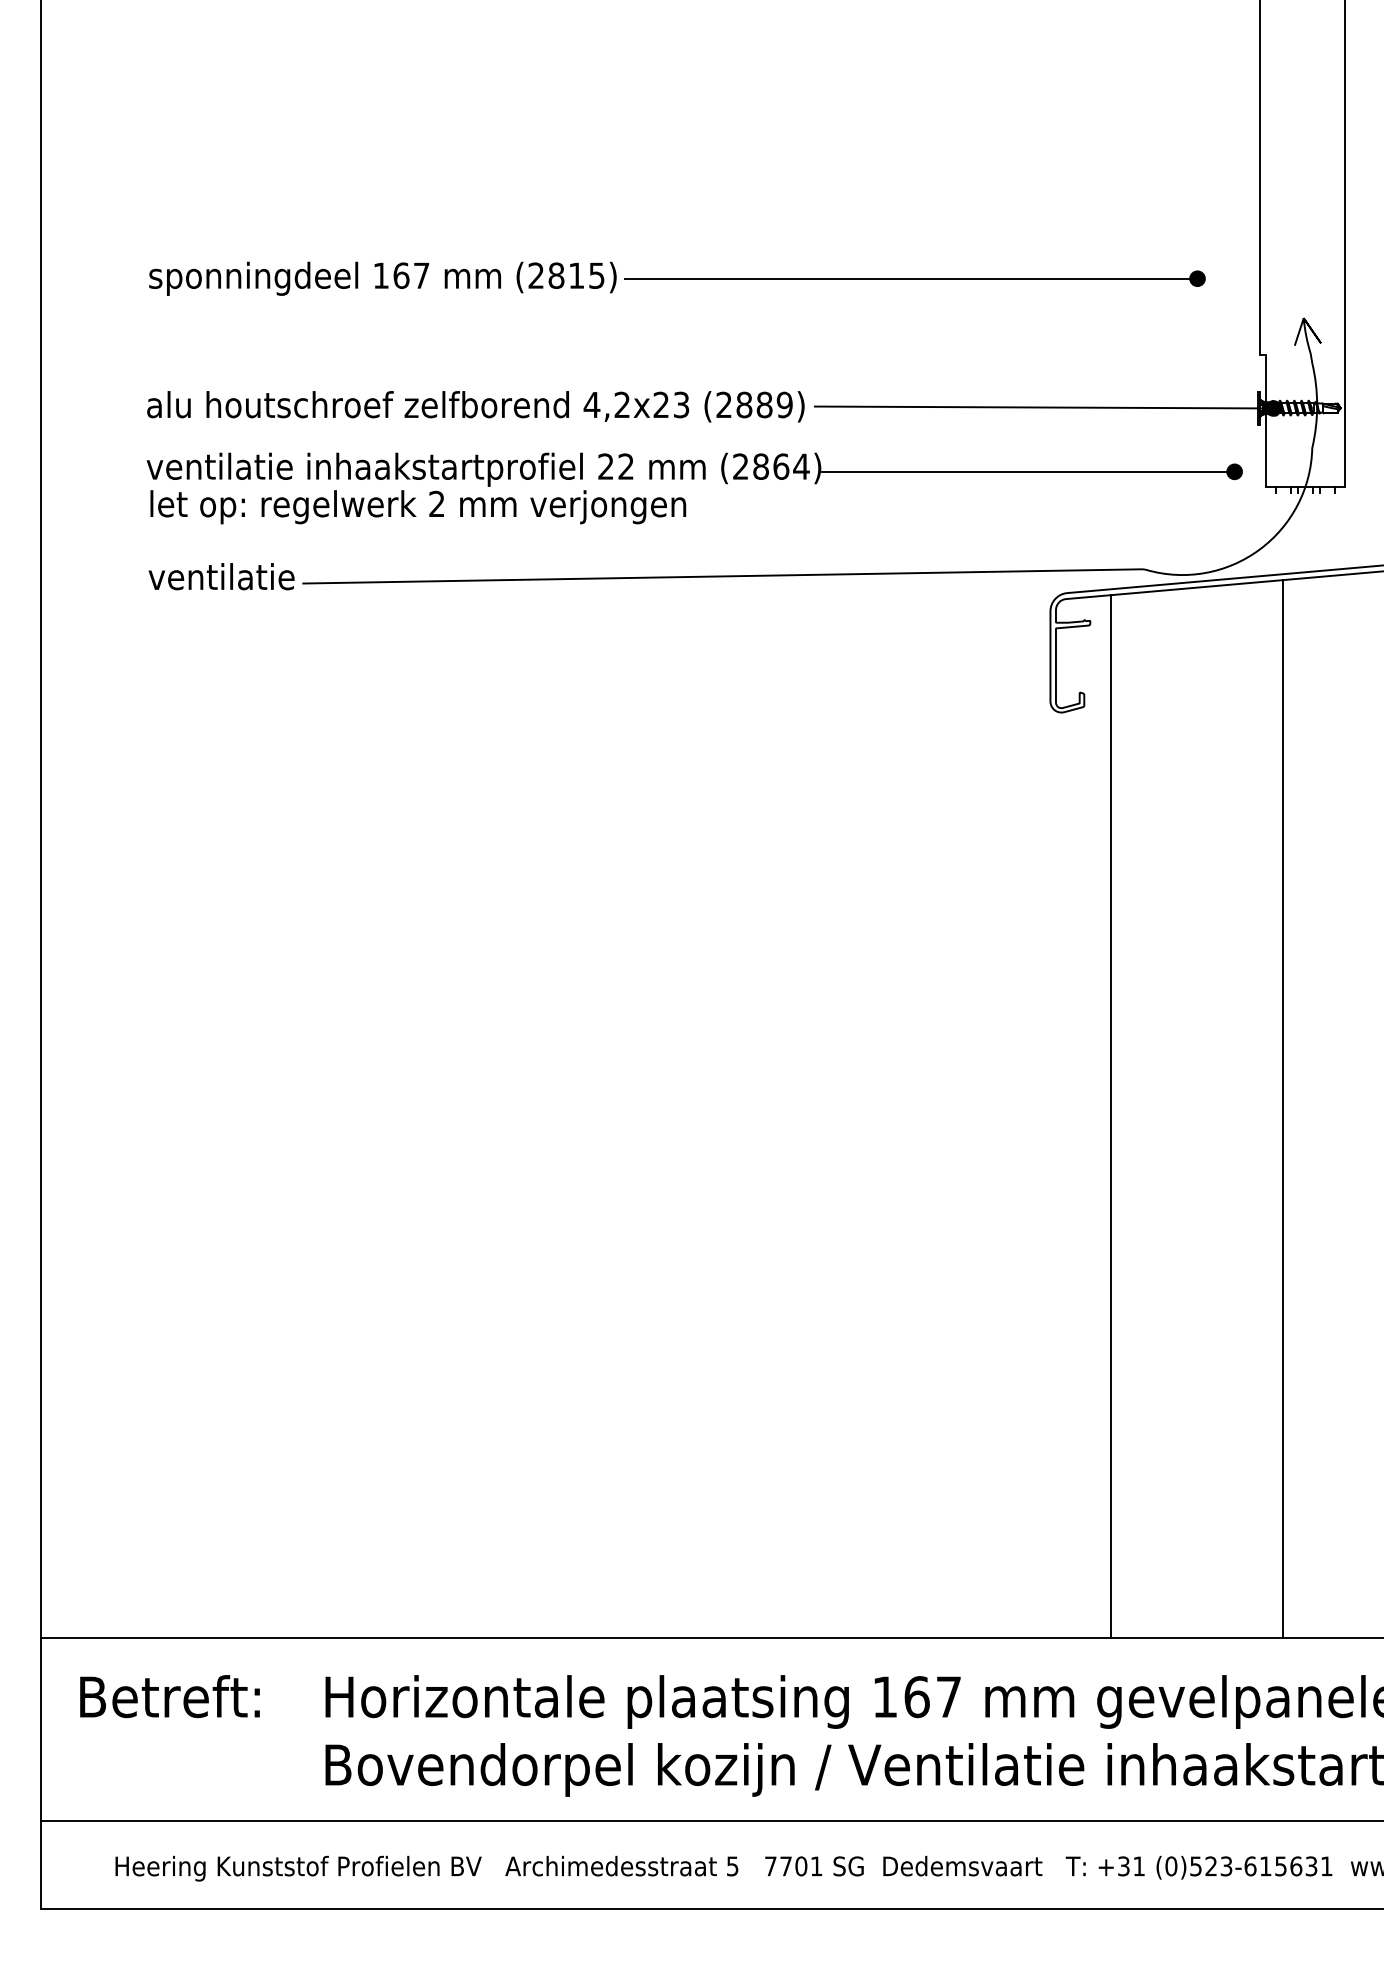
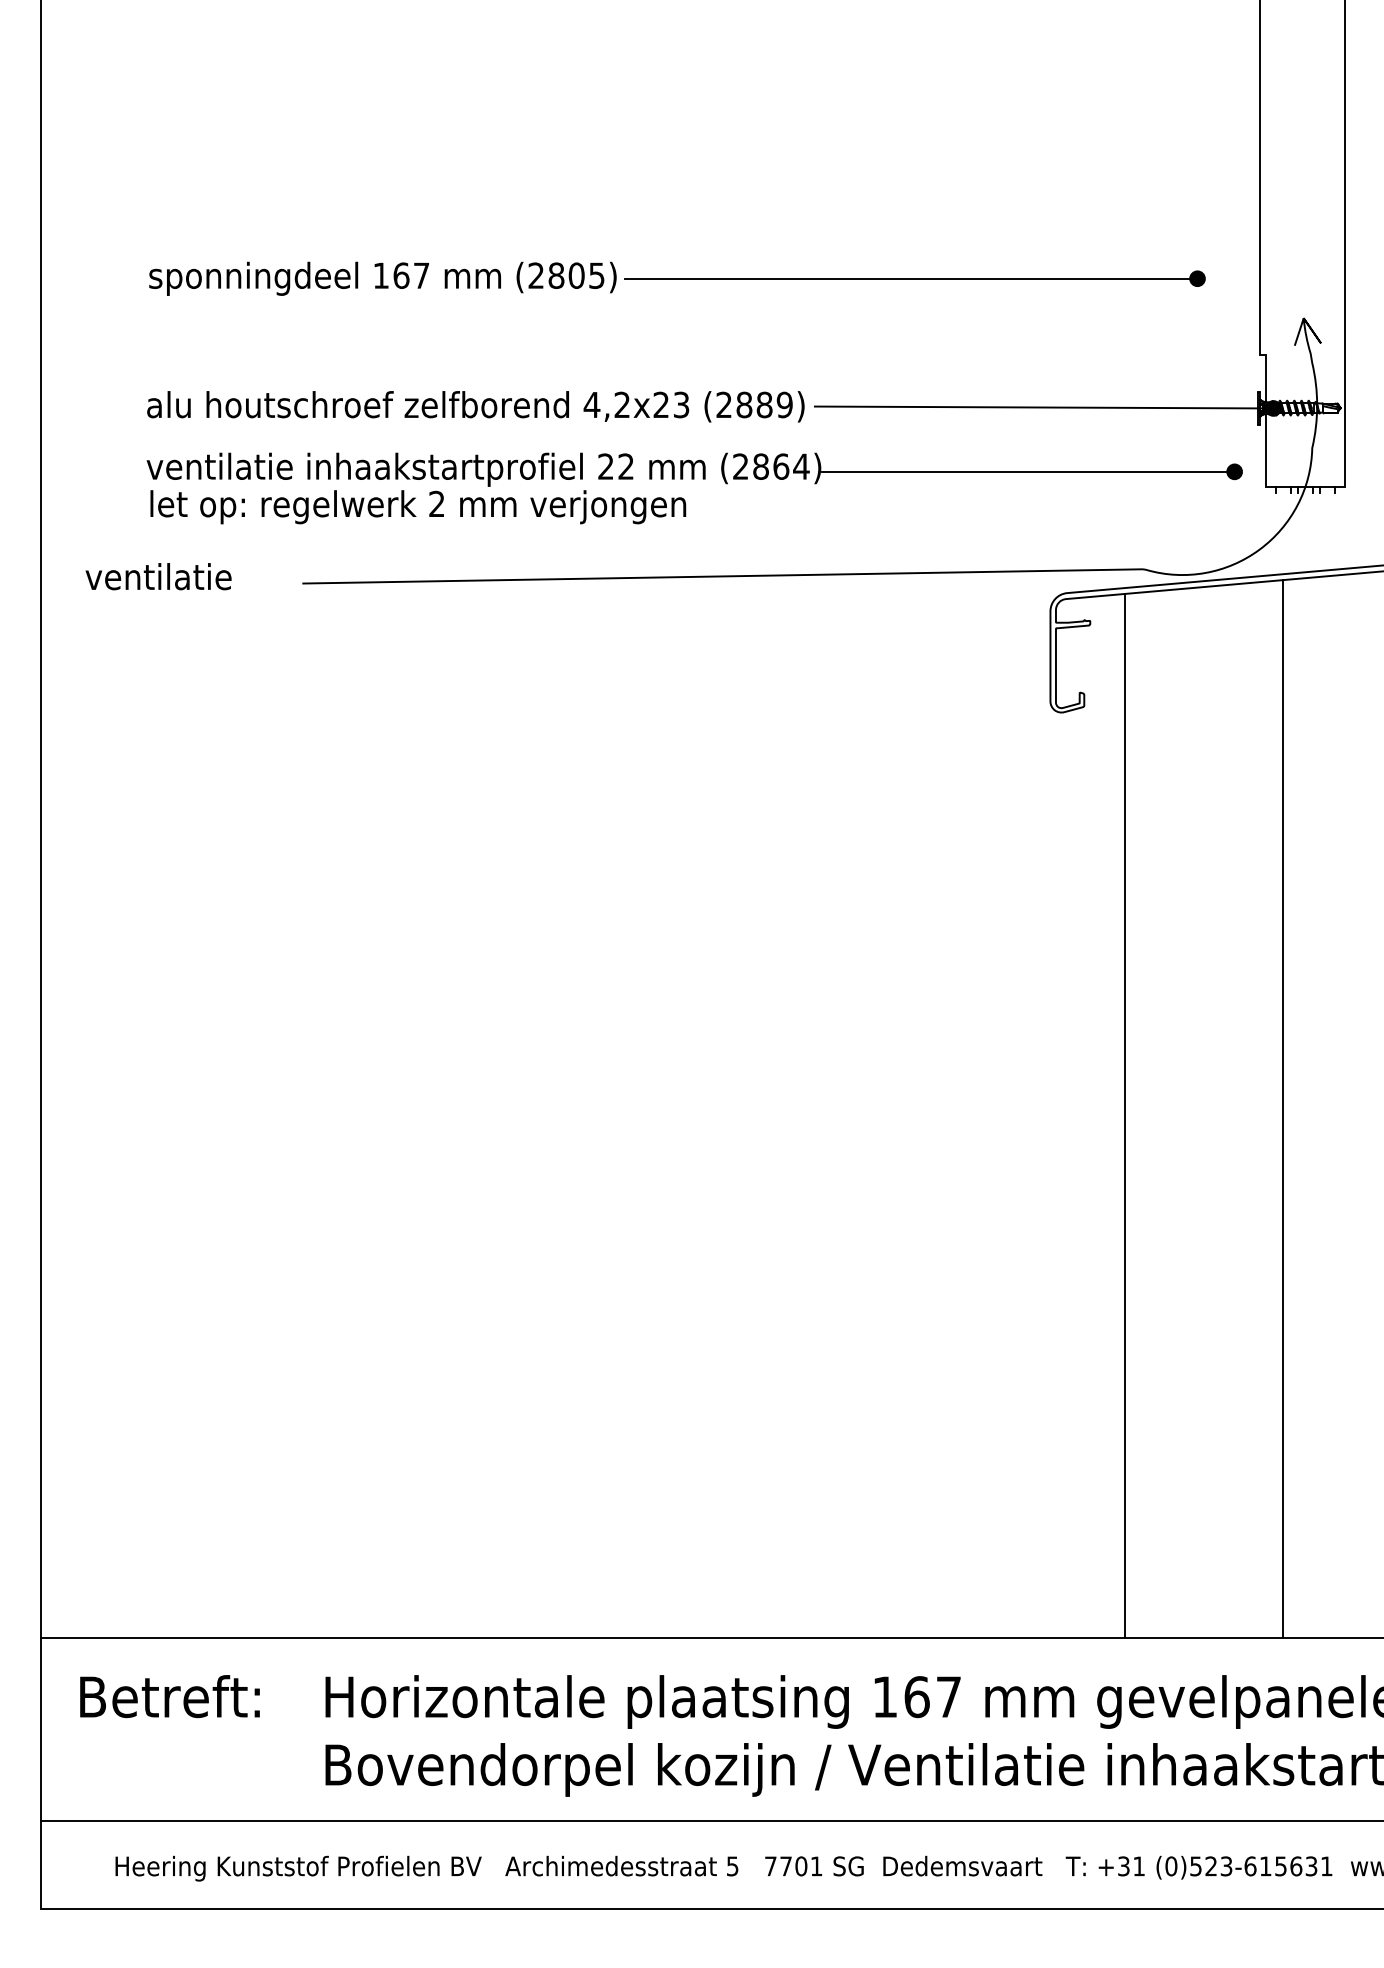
text at (576, 275): (2815) -> (2805)
text at (221, 576) position: (221, 576) -> (158, 576)
line at (1111, 1116) position: (1111, 1116) -> (1125, 1116)
